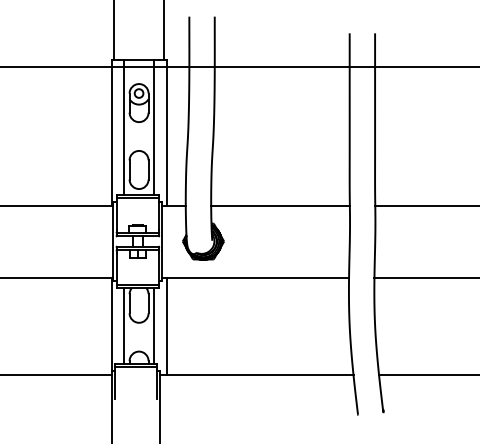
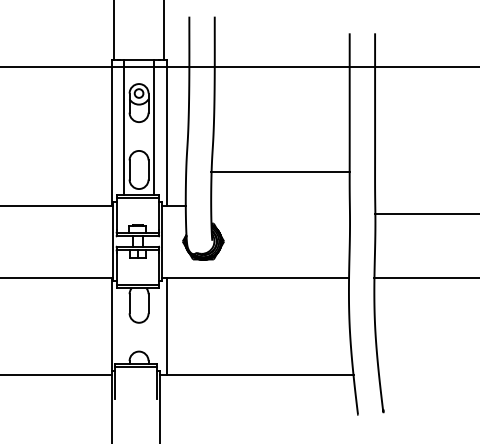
line at (280, 205) position: (280, 205) -> (280, 171)
line at (425, 205) position: (425, 205) -> (425, 213)
line at (124, 326): present -> none
line at (153, 326): present -> none
line at (427, 374): present -> none
